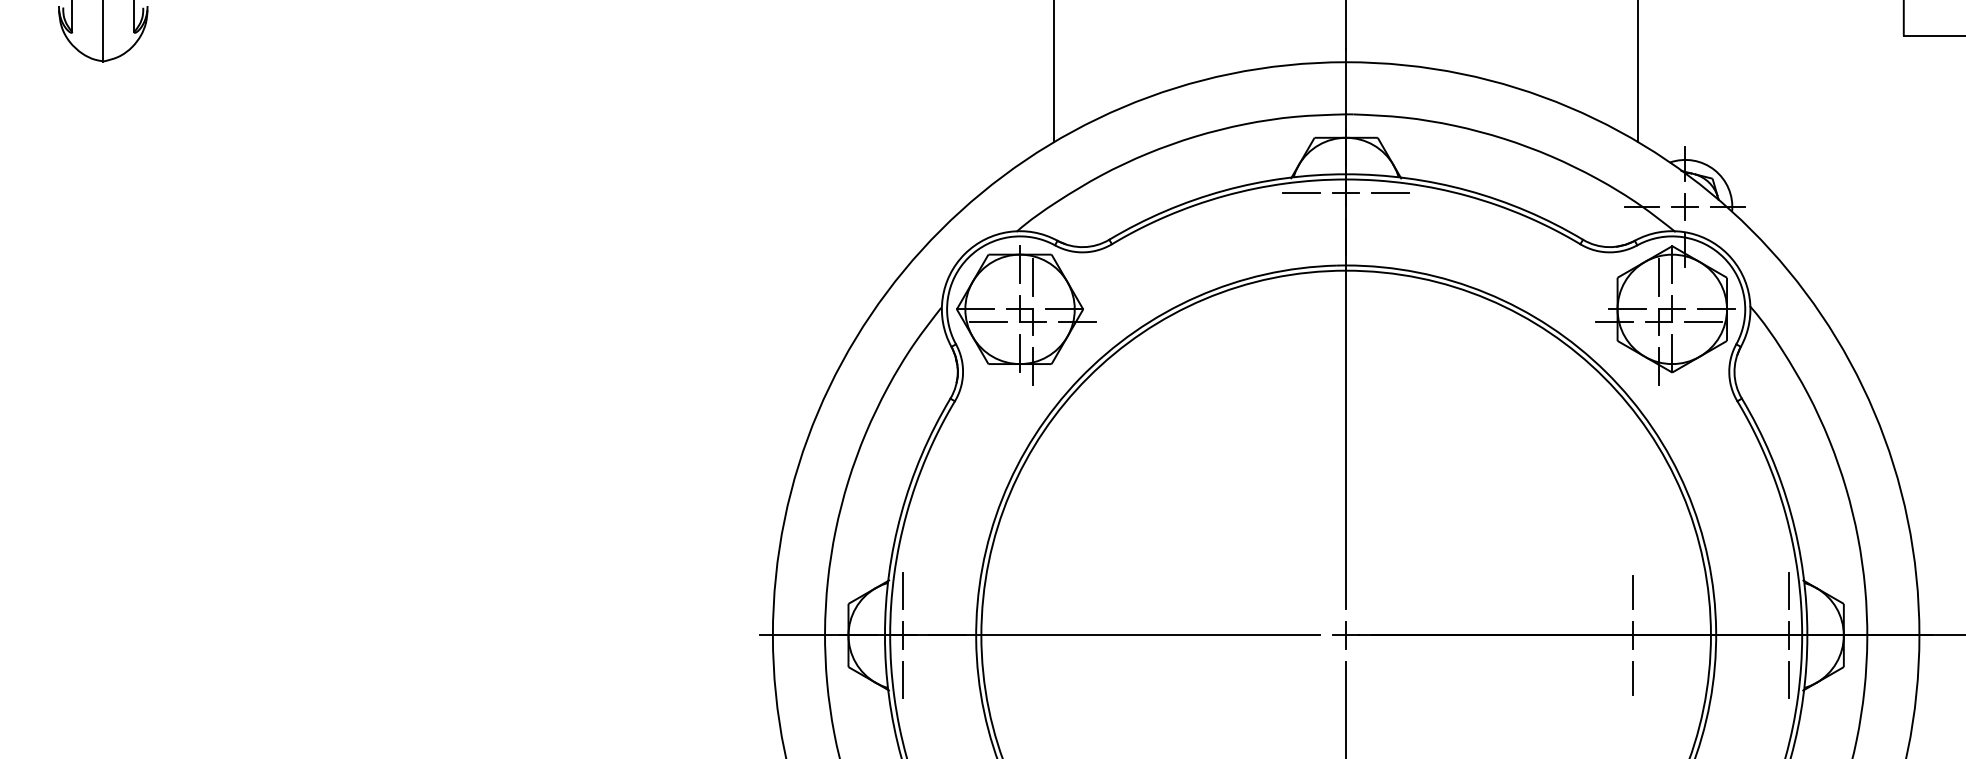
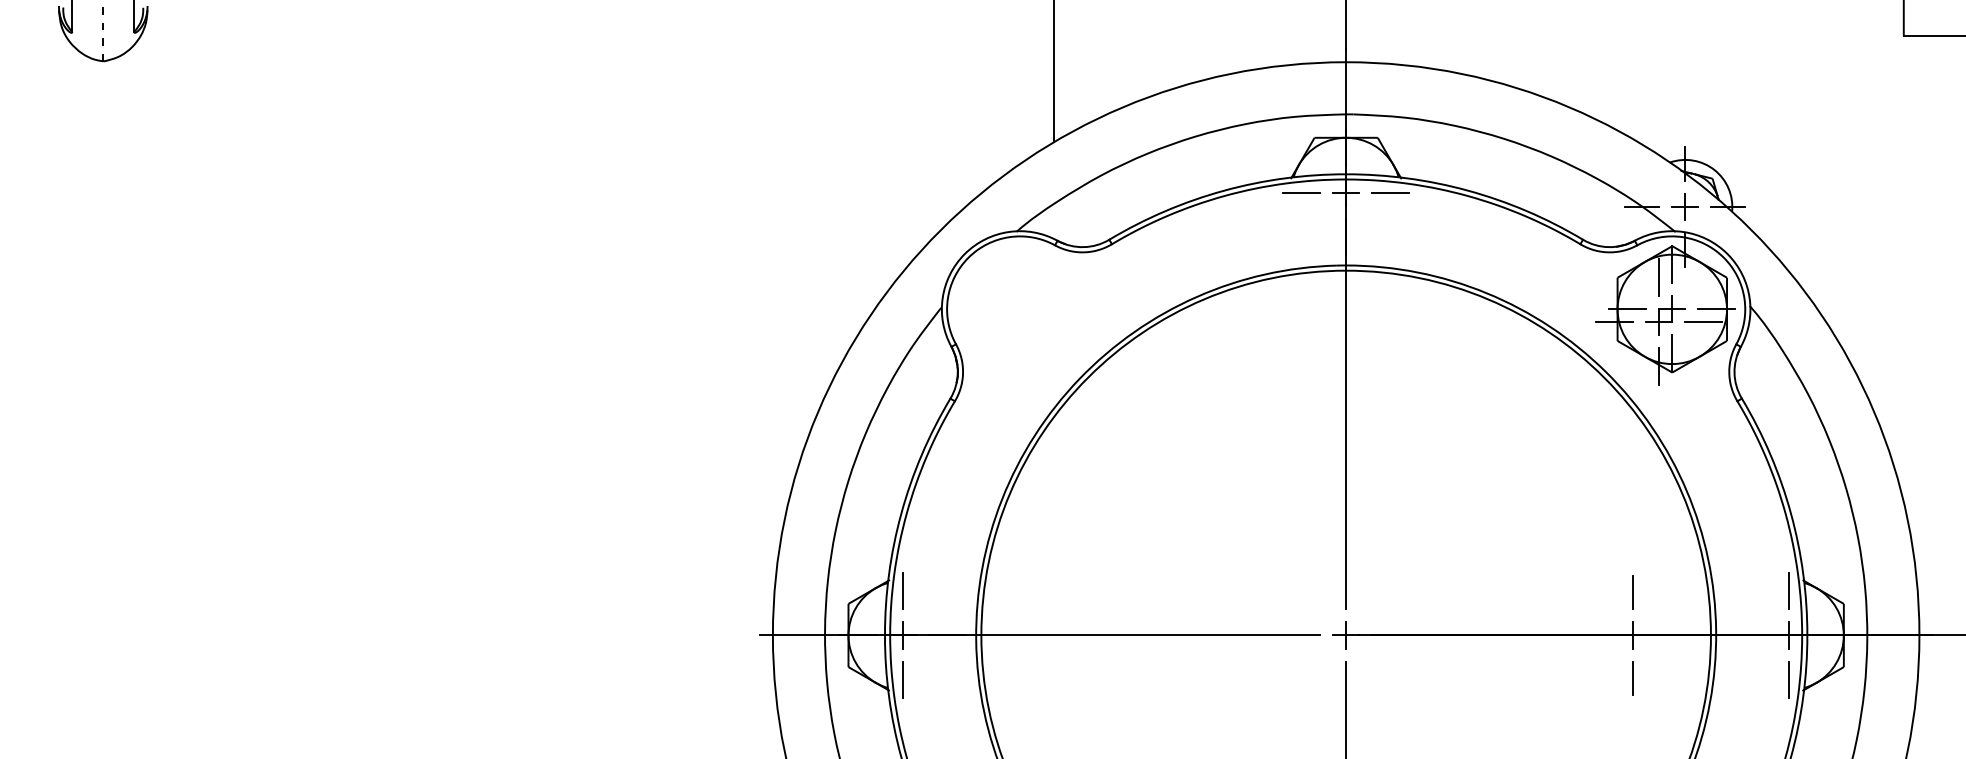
line at (103, 30): solid -> dashed
line at (1638, 72): present -> none
part at (1026, 315): present -> none
